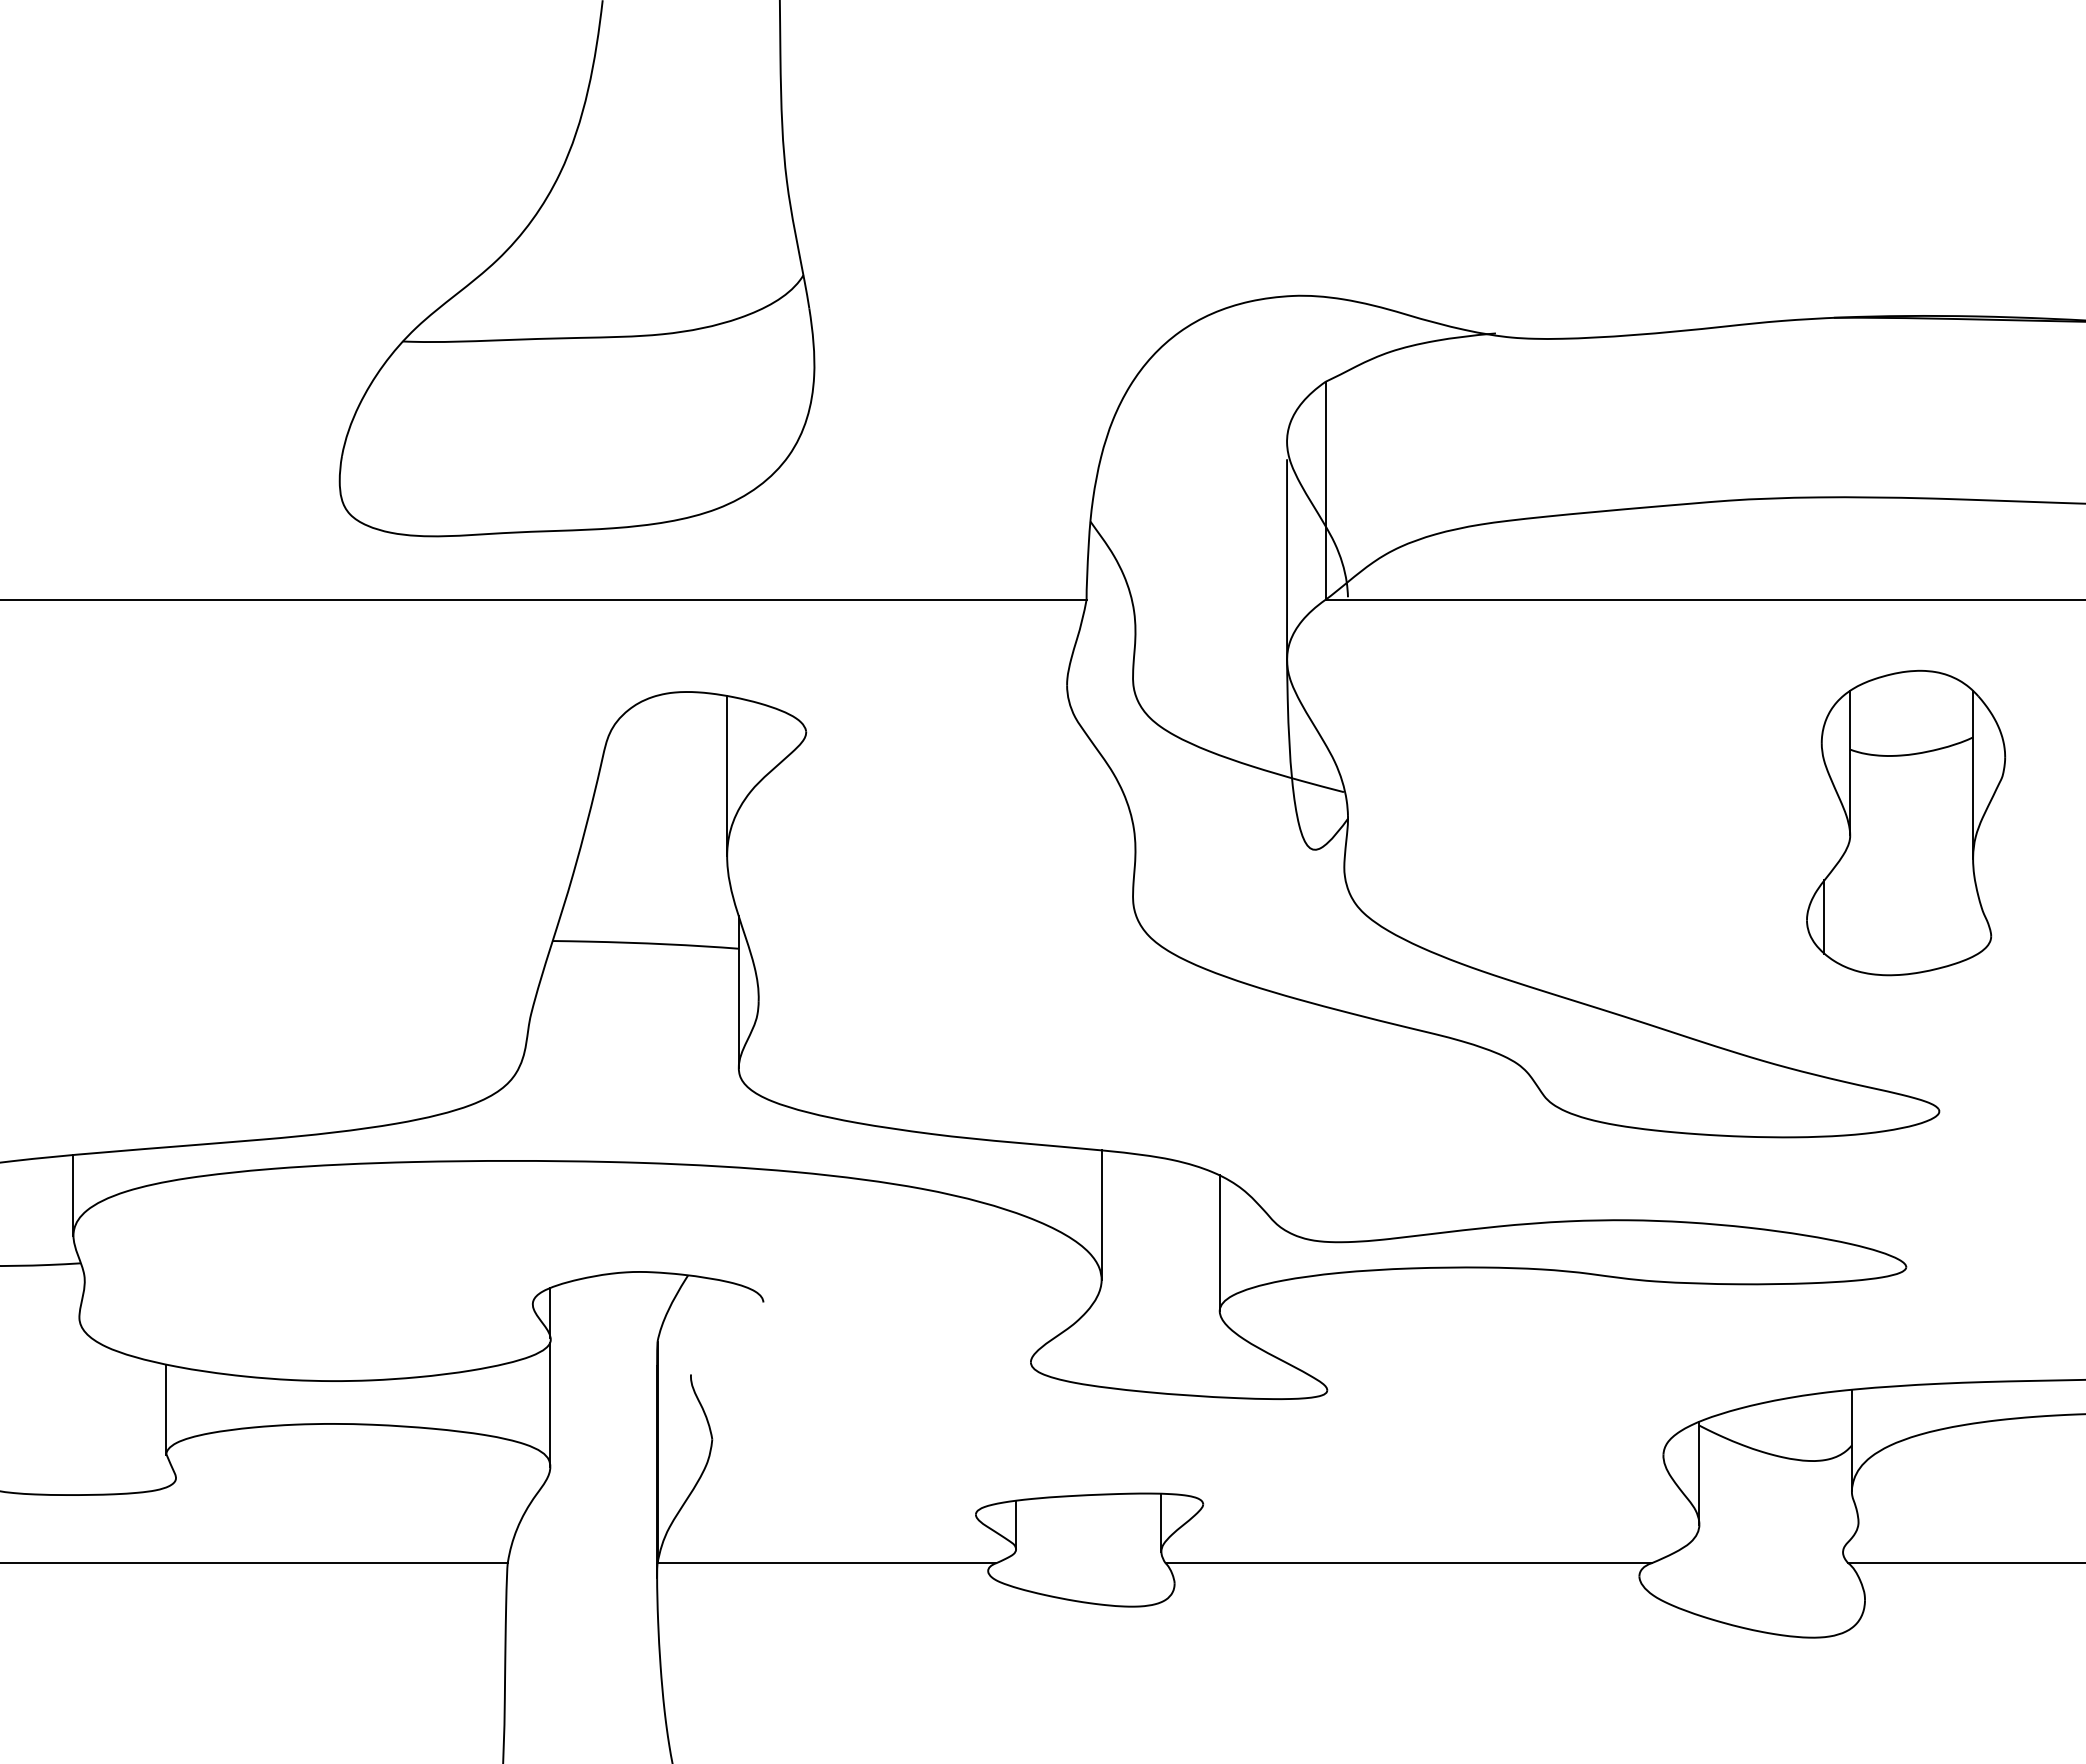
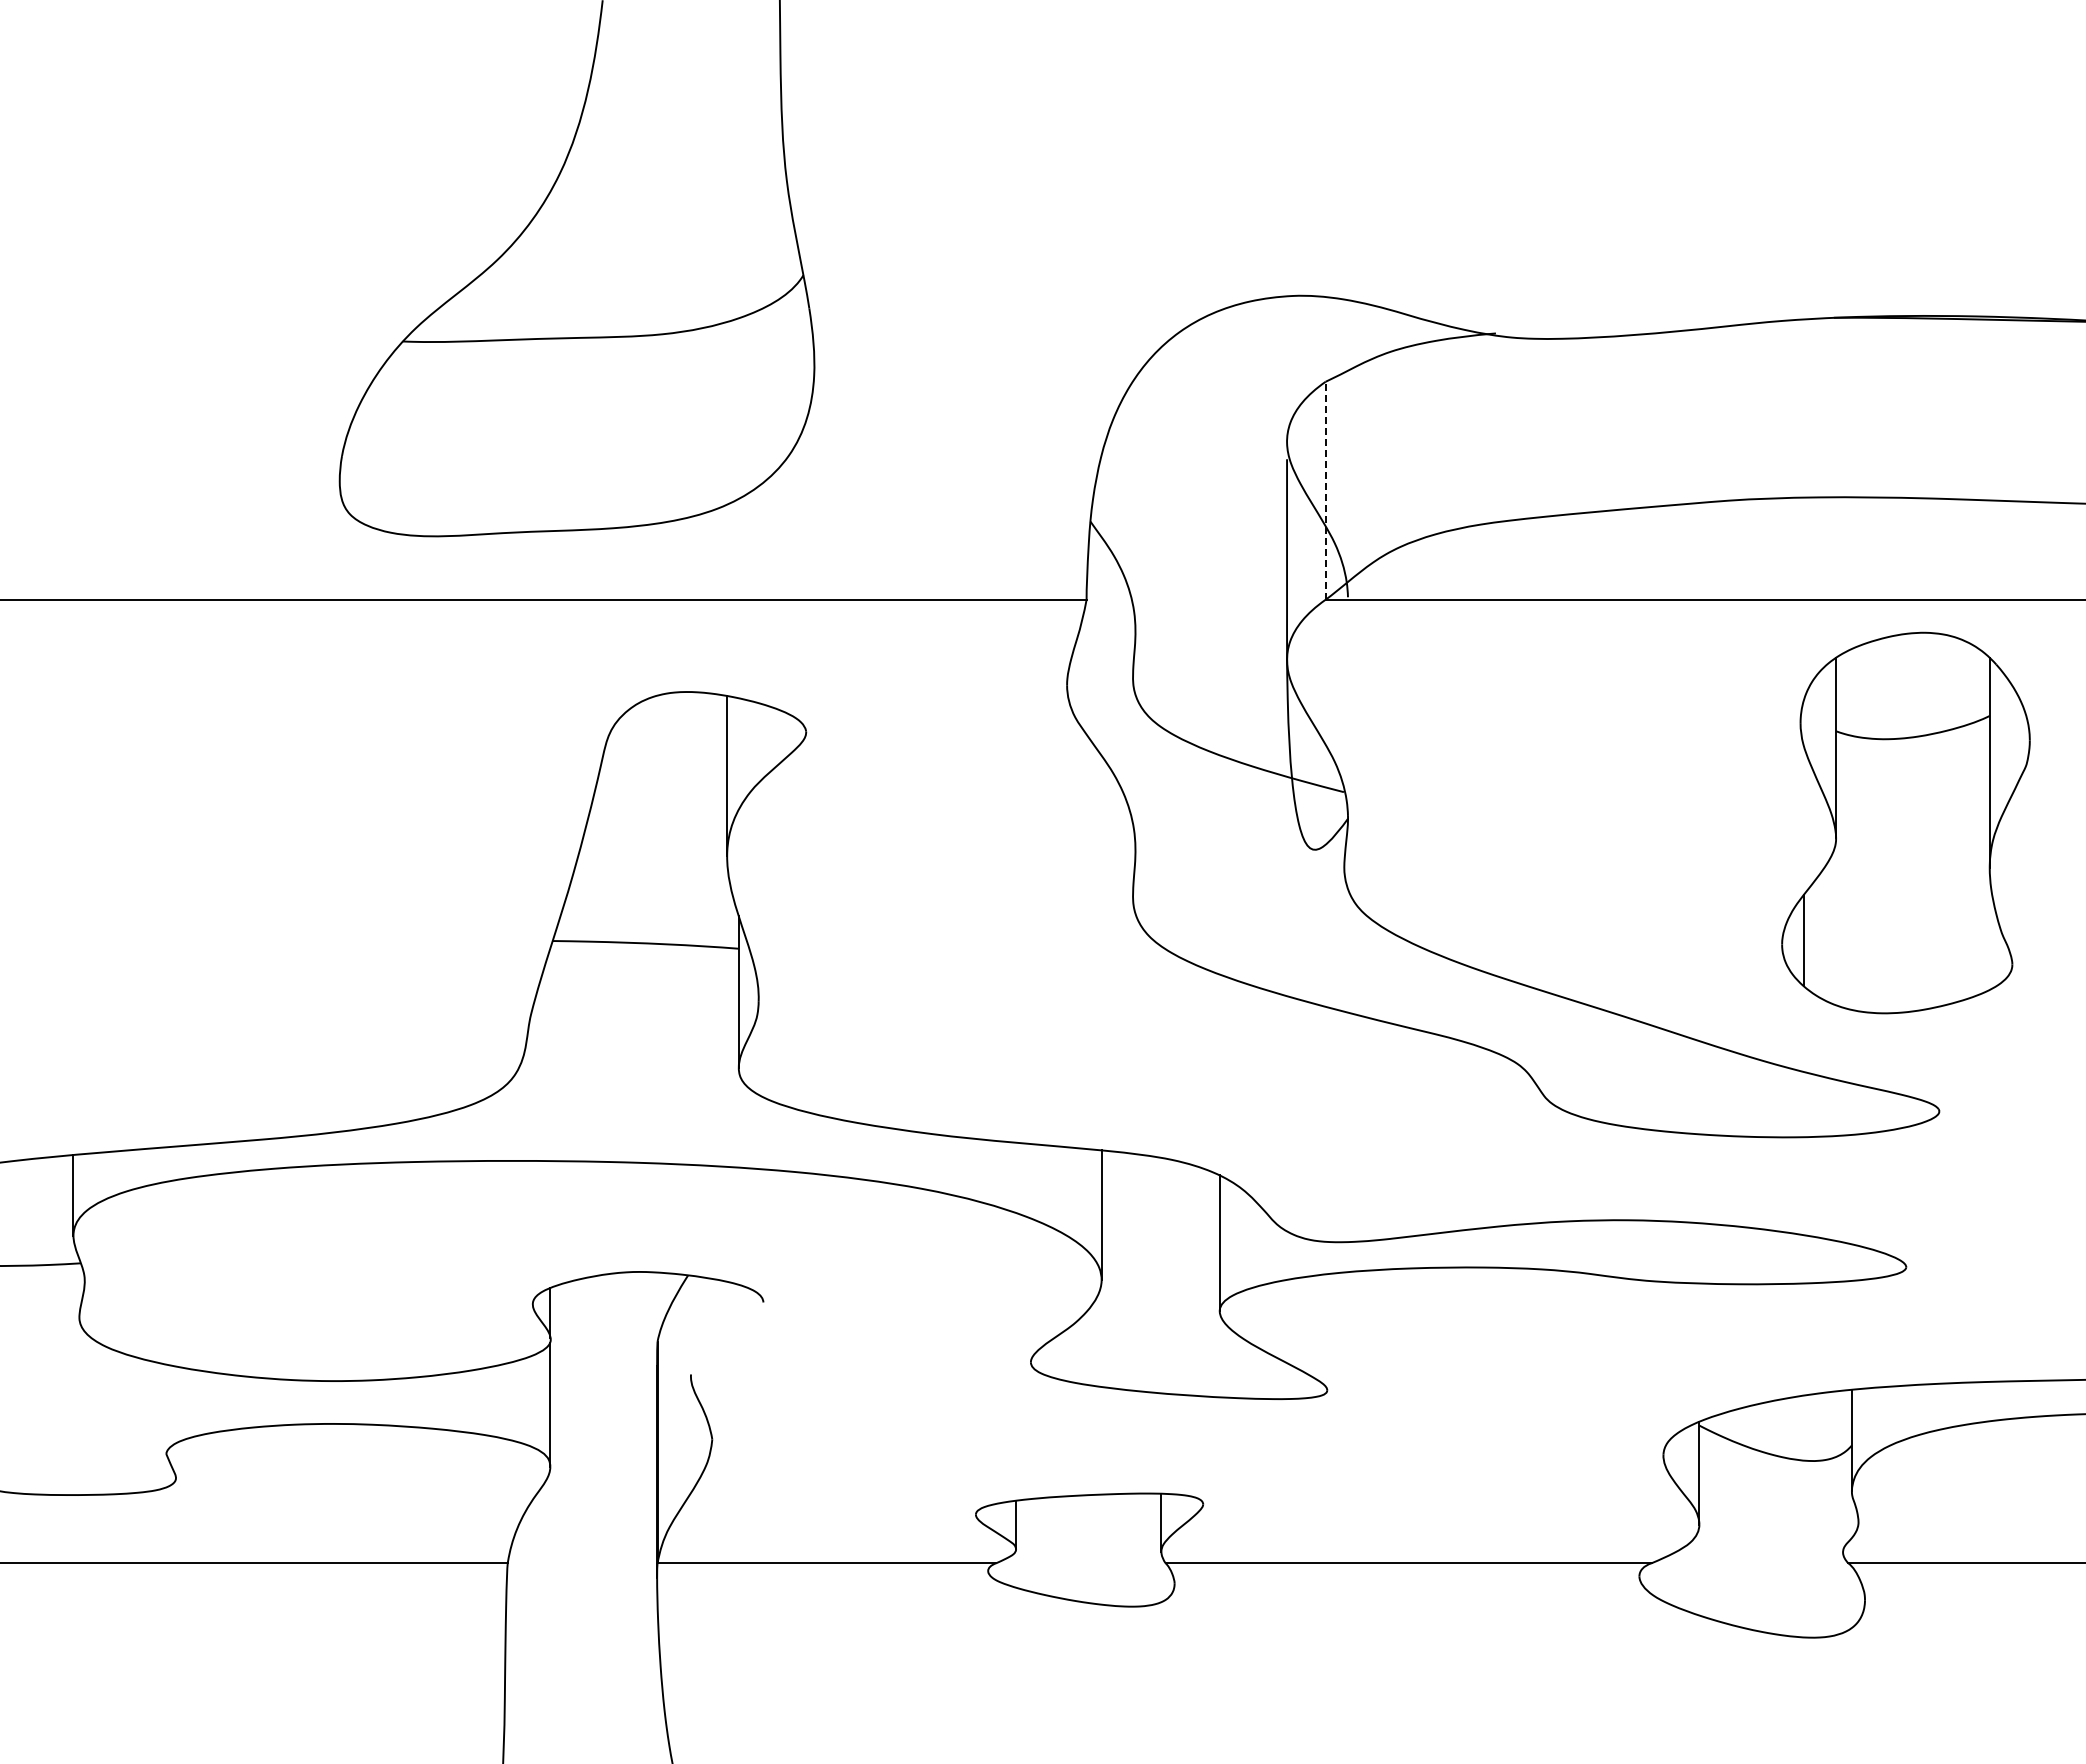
line at (1325, 490): solid -> dashed
part at (1906, 822) size: 201x308 px -> 250x384 px
line at (166, 1409): present -> none
